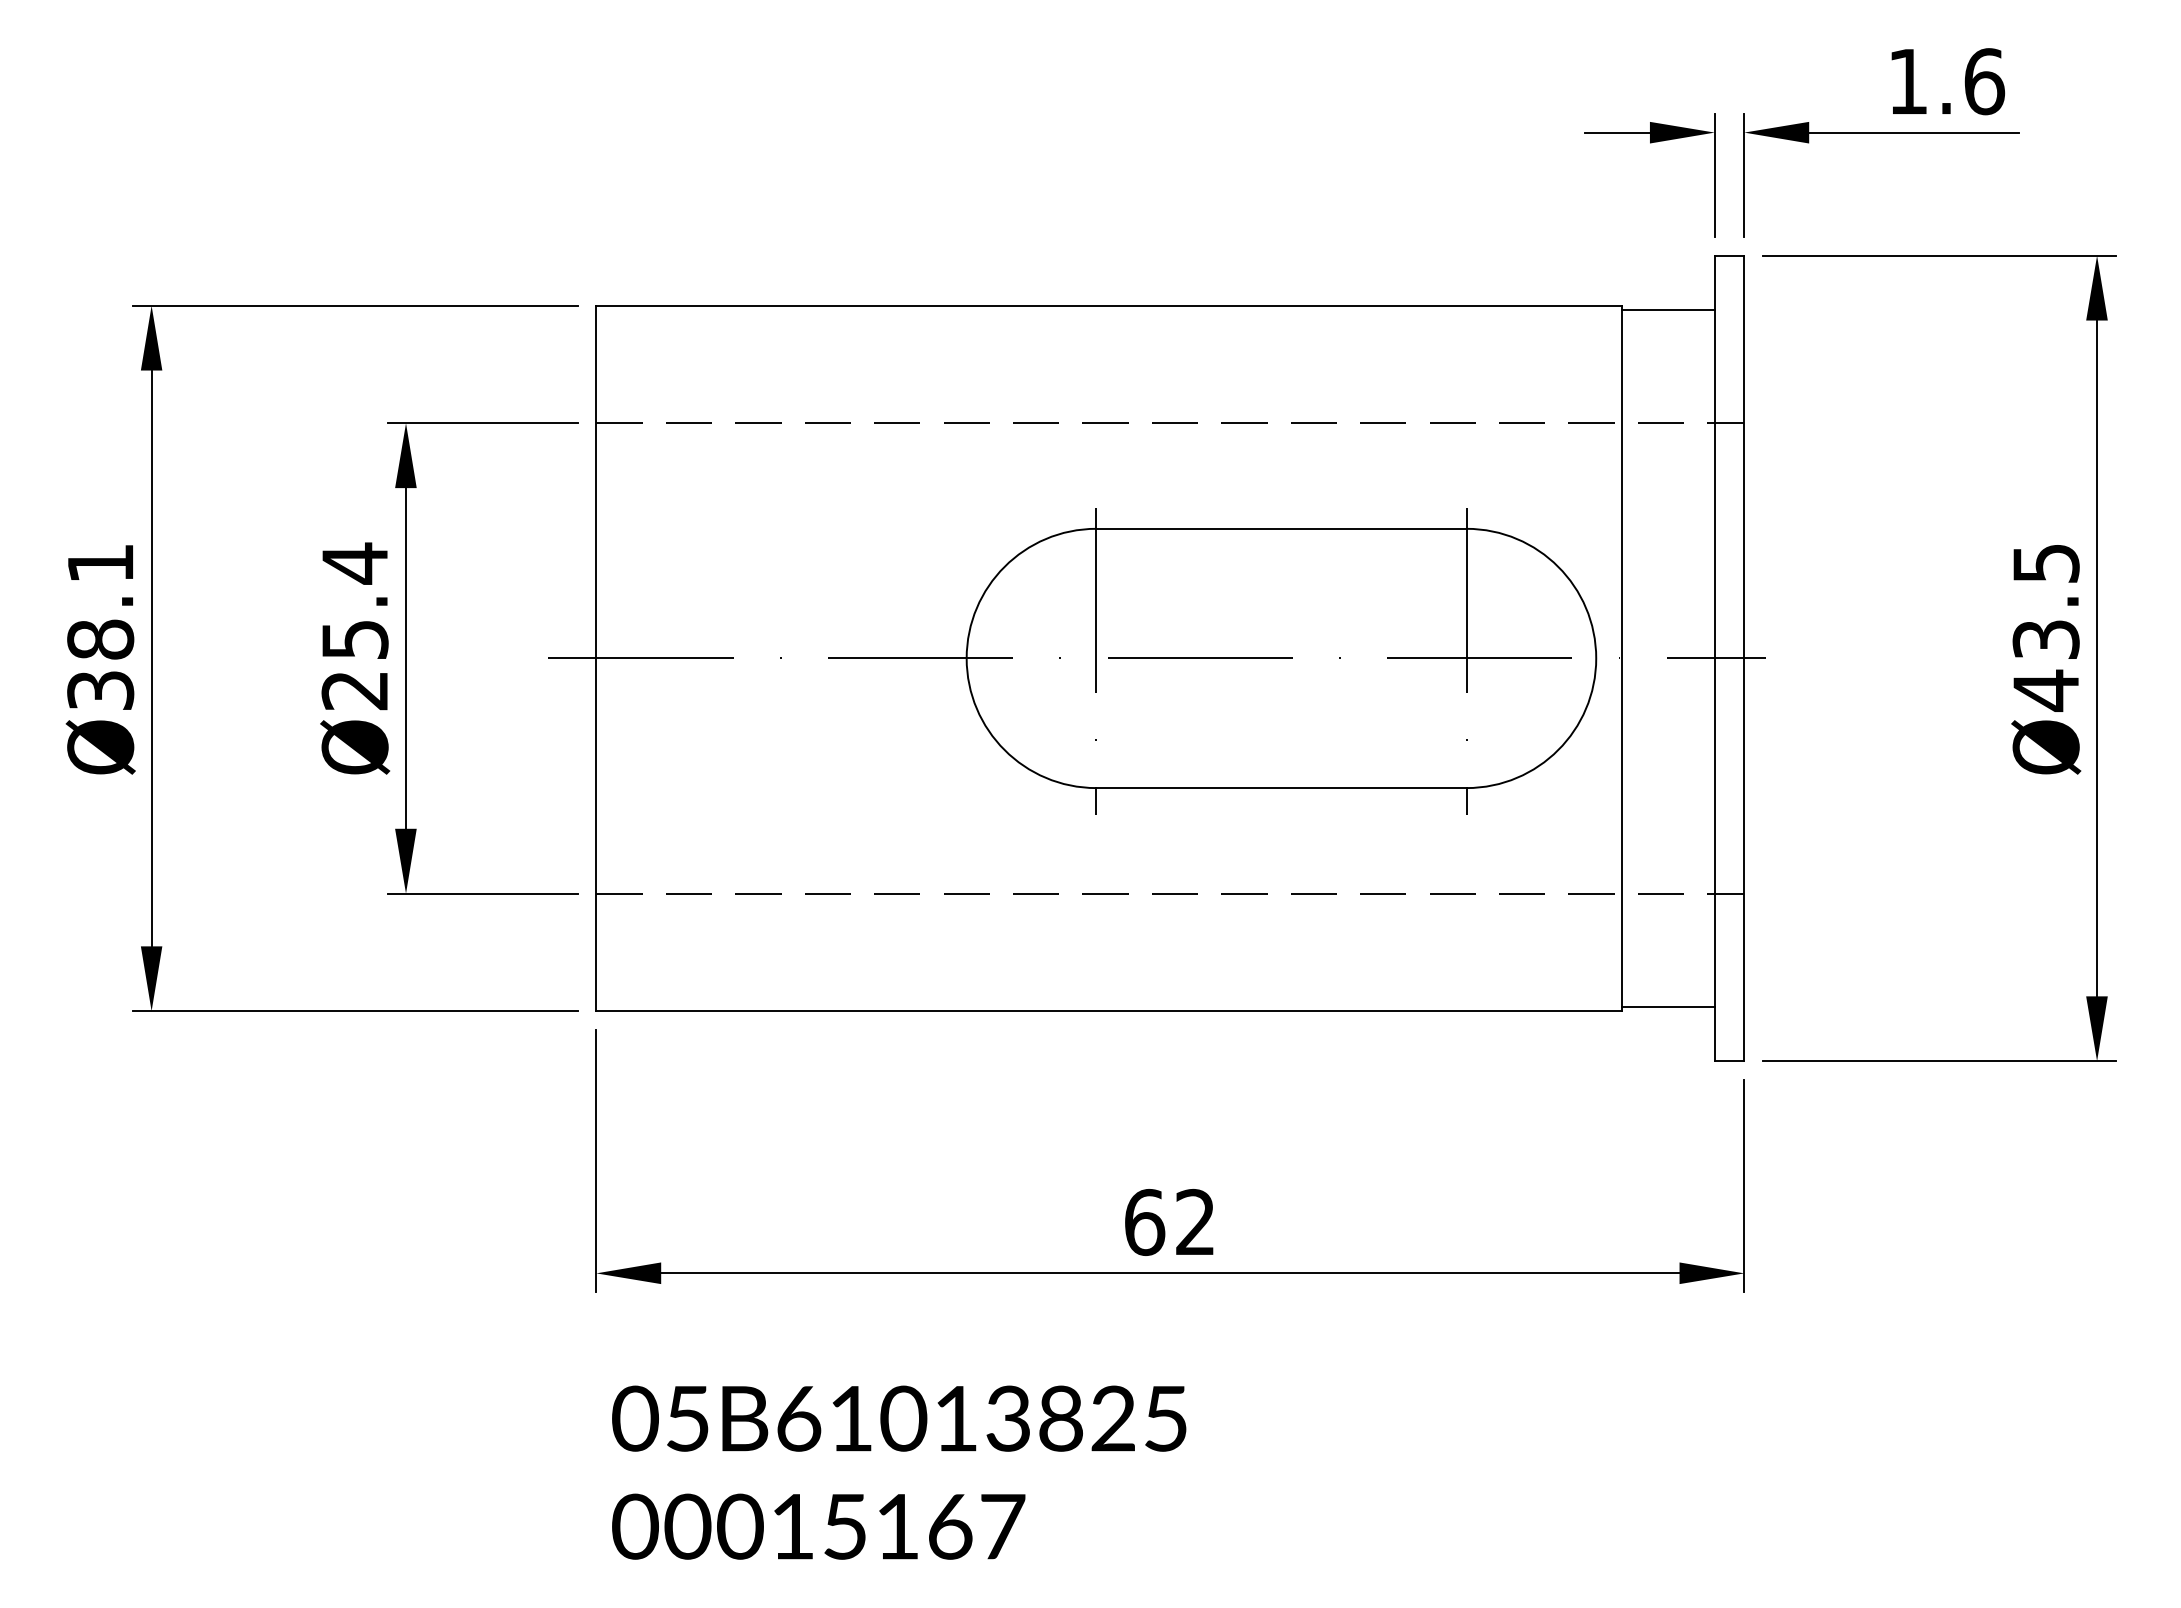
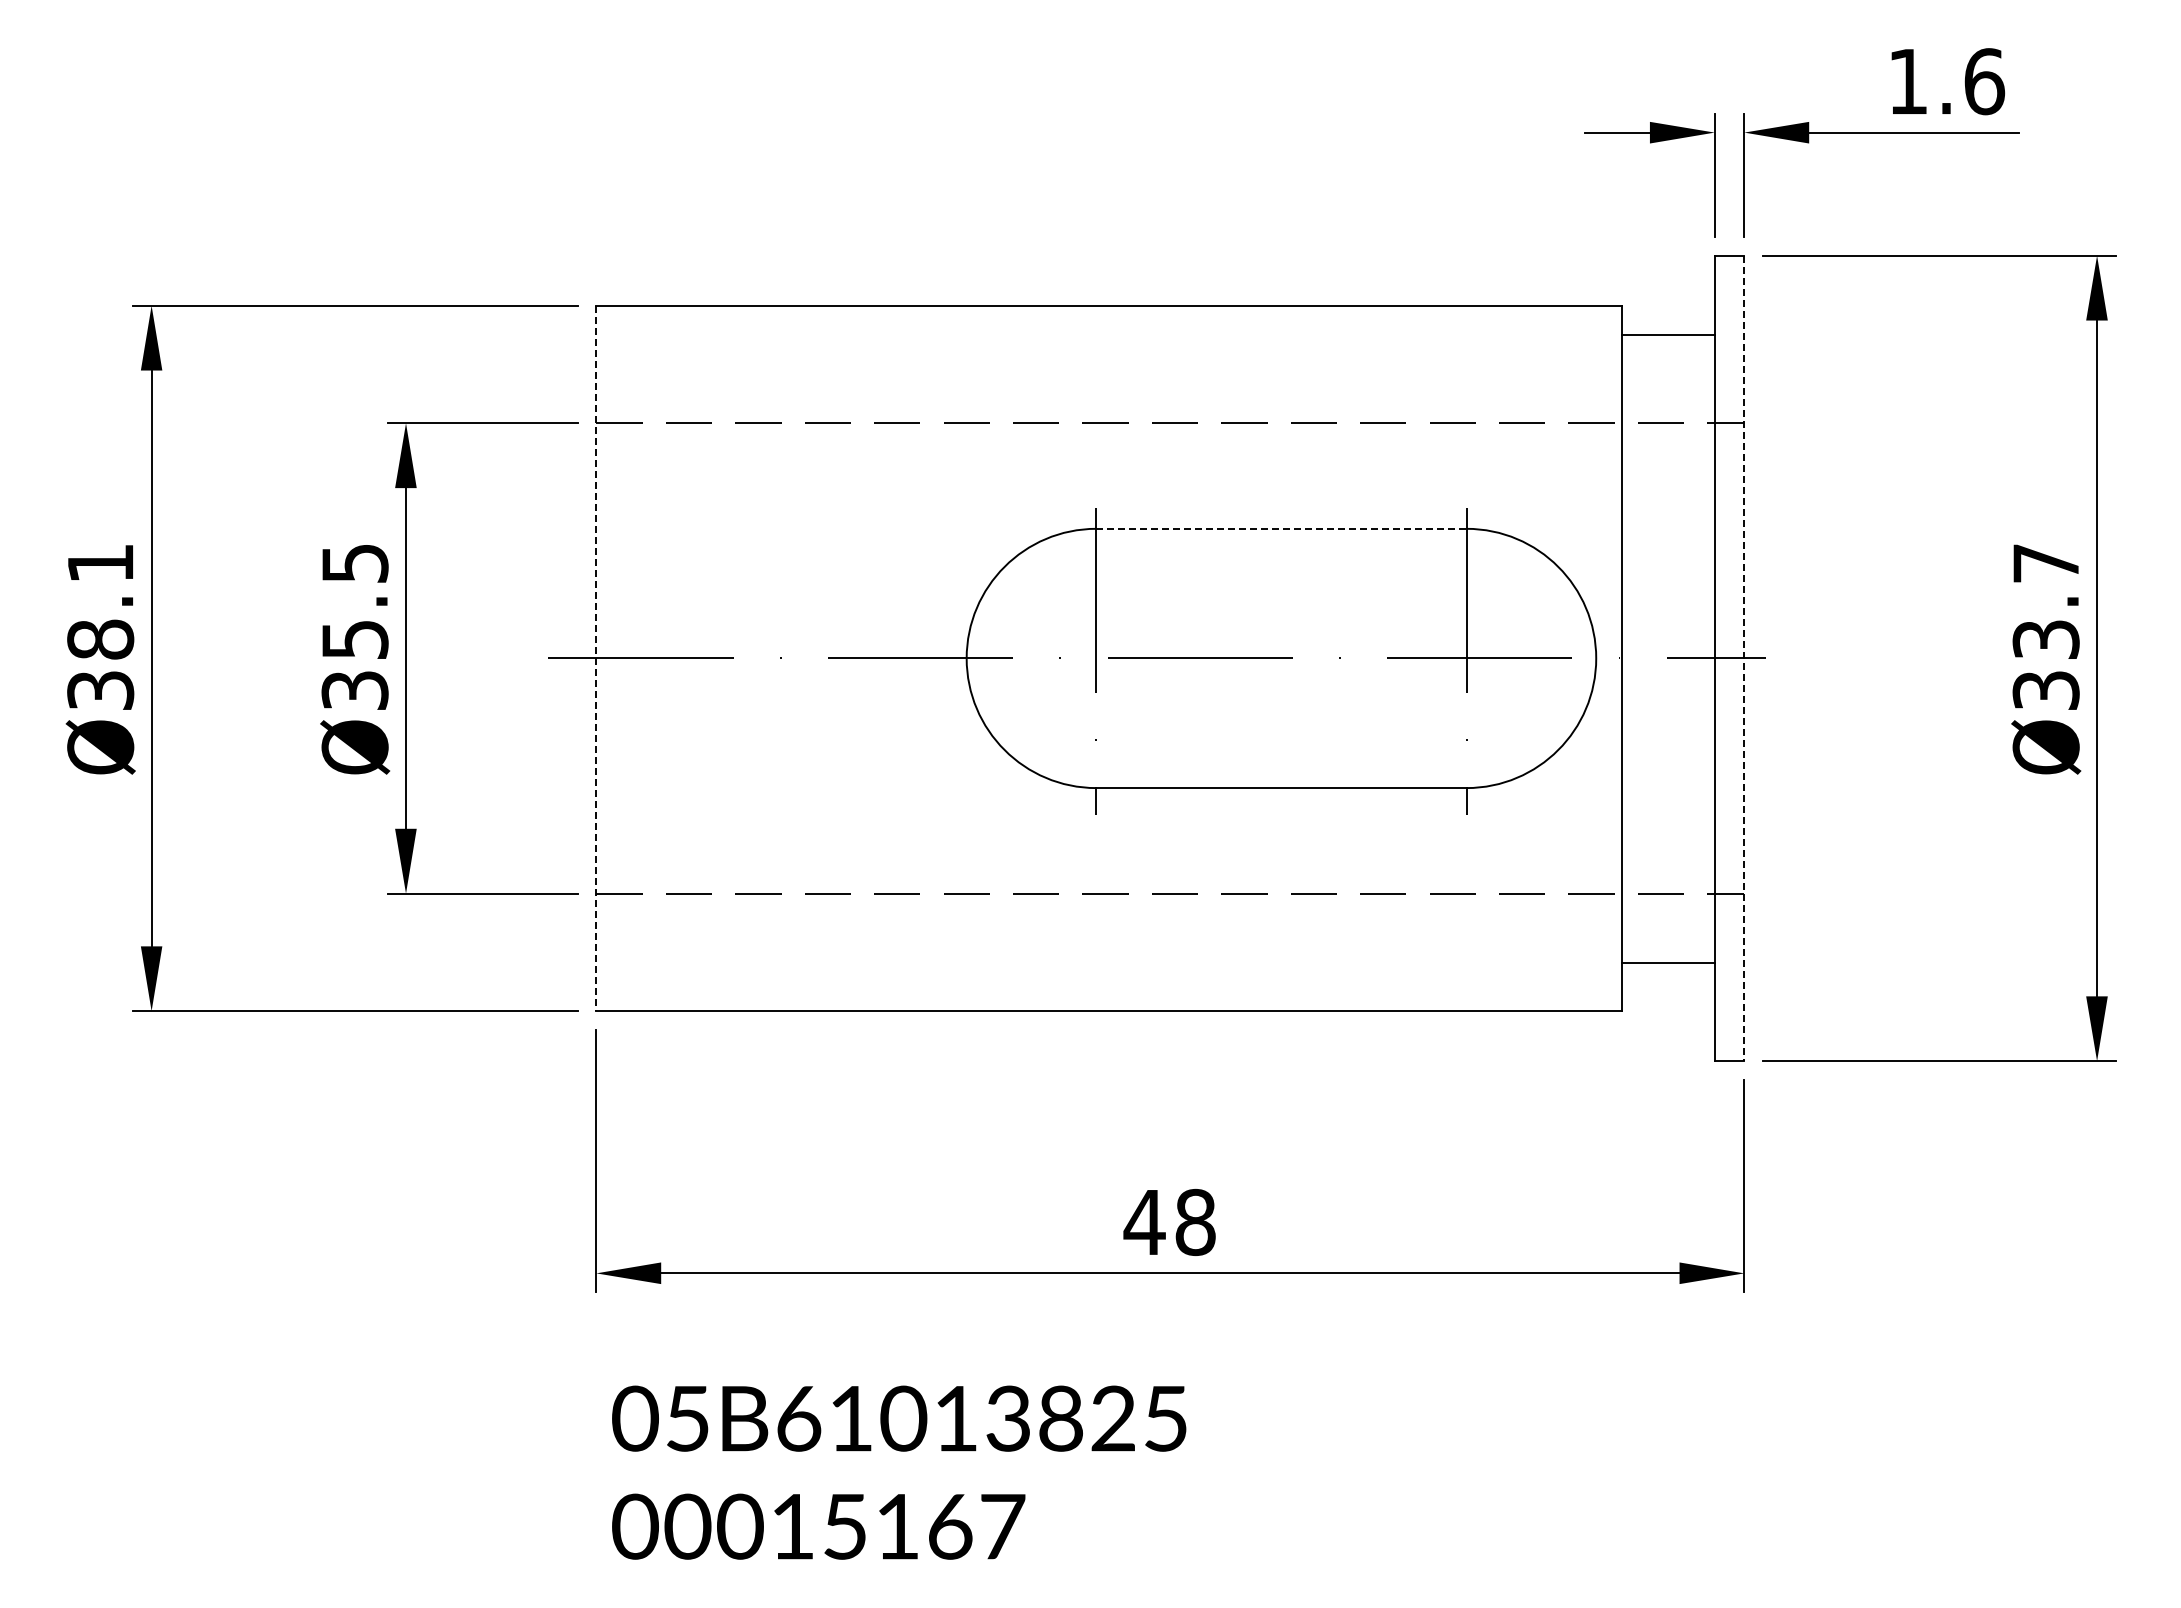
line at (1668, 310) position: (1668, 310) -> (1668, 335)
line at (1281, 528): solid -> dashed
text at (354, 626): Ø25.4 -> Ø35.5
text at (2045, 627): Ø43.5 -> Ø33.7
line at (596, 658): solid -> dashed
line at (1744, 658): solid -> dashed
line at (1668, 1006) position: (1668, 1006) -> (1668, 962)
text at (1169, 1222): 62 -> 48
